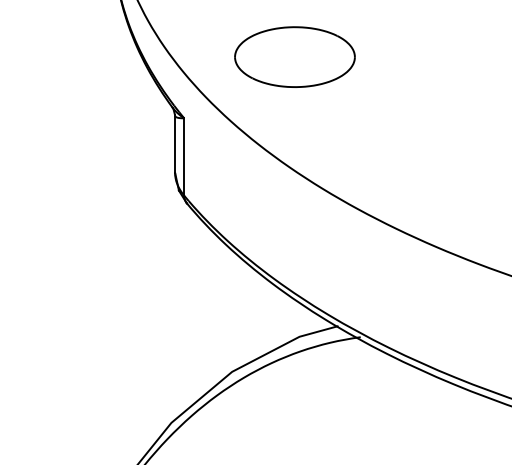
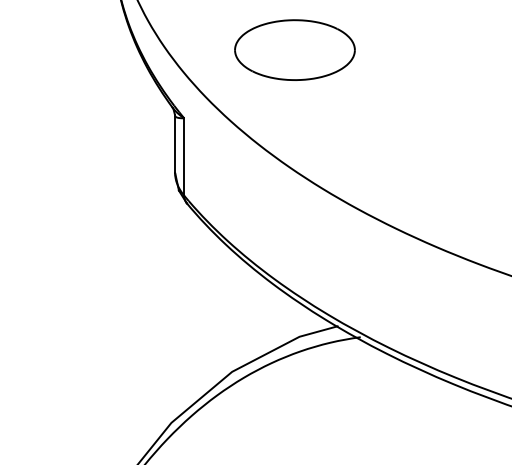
part at (294, 56) position: (294, 56) -> (294, 49)
